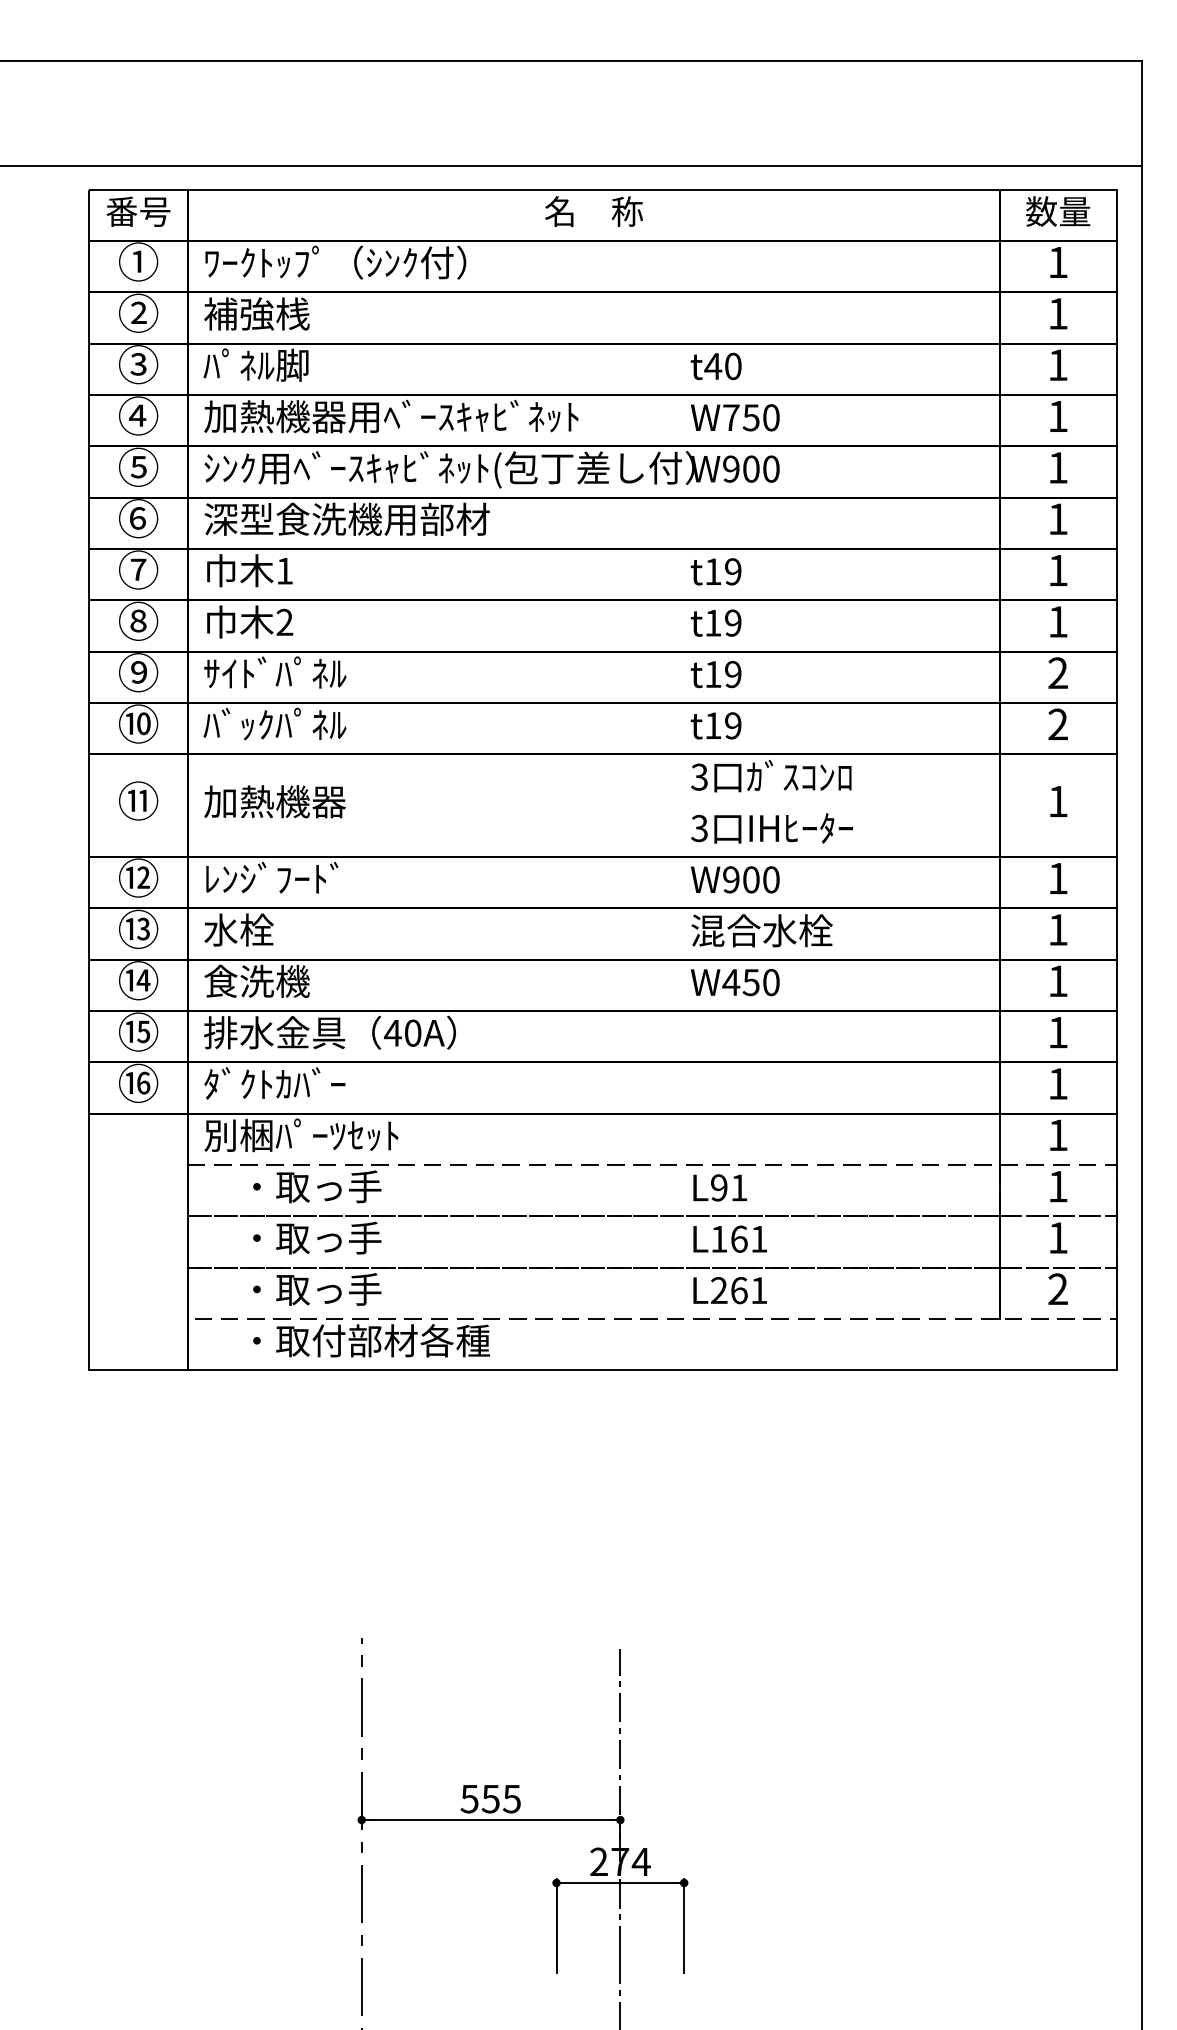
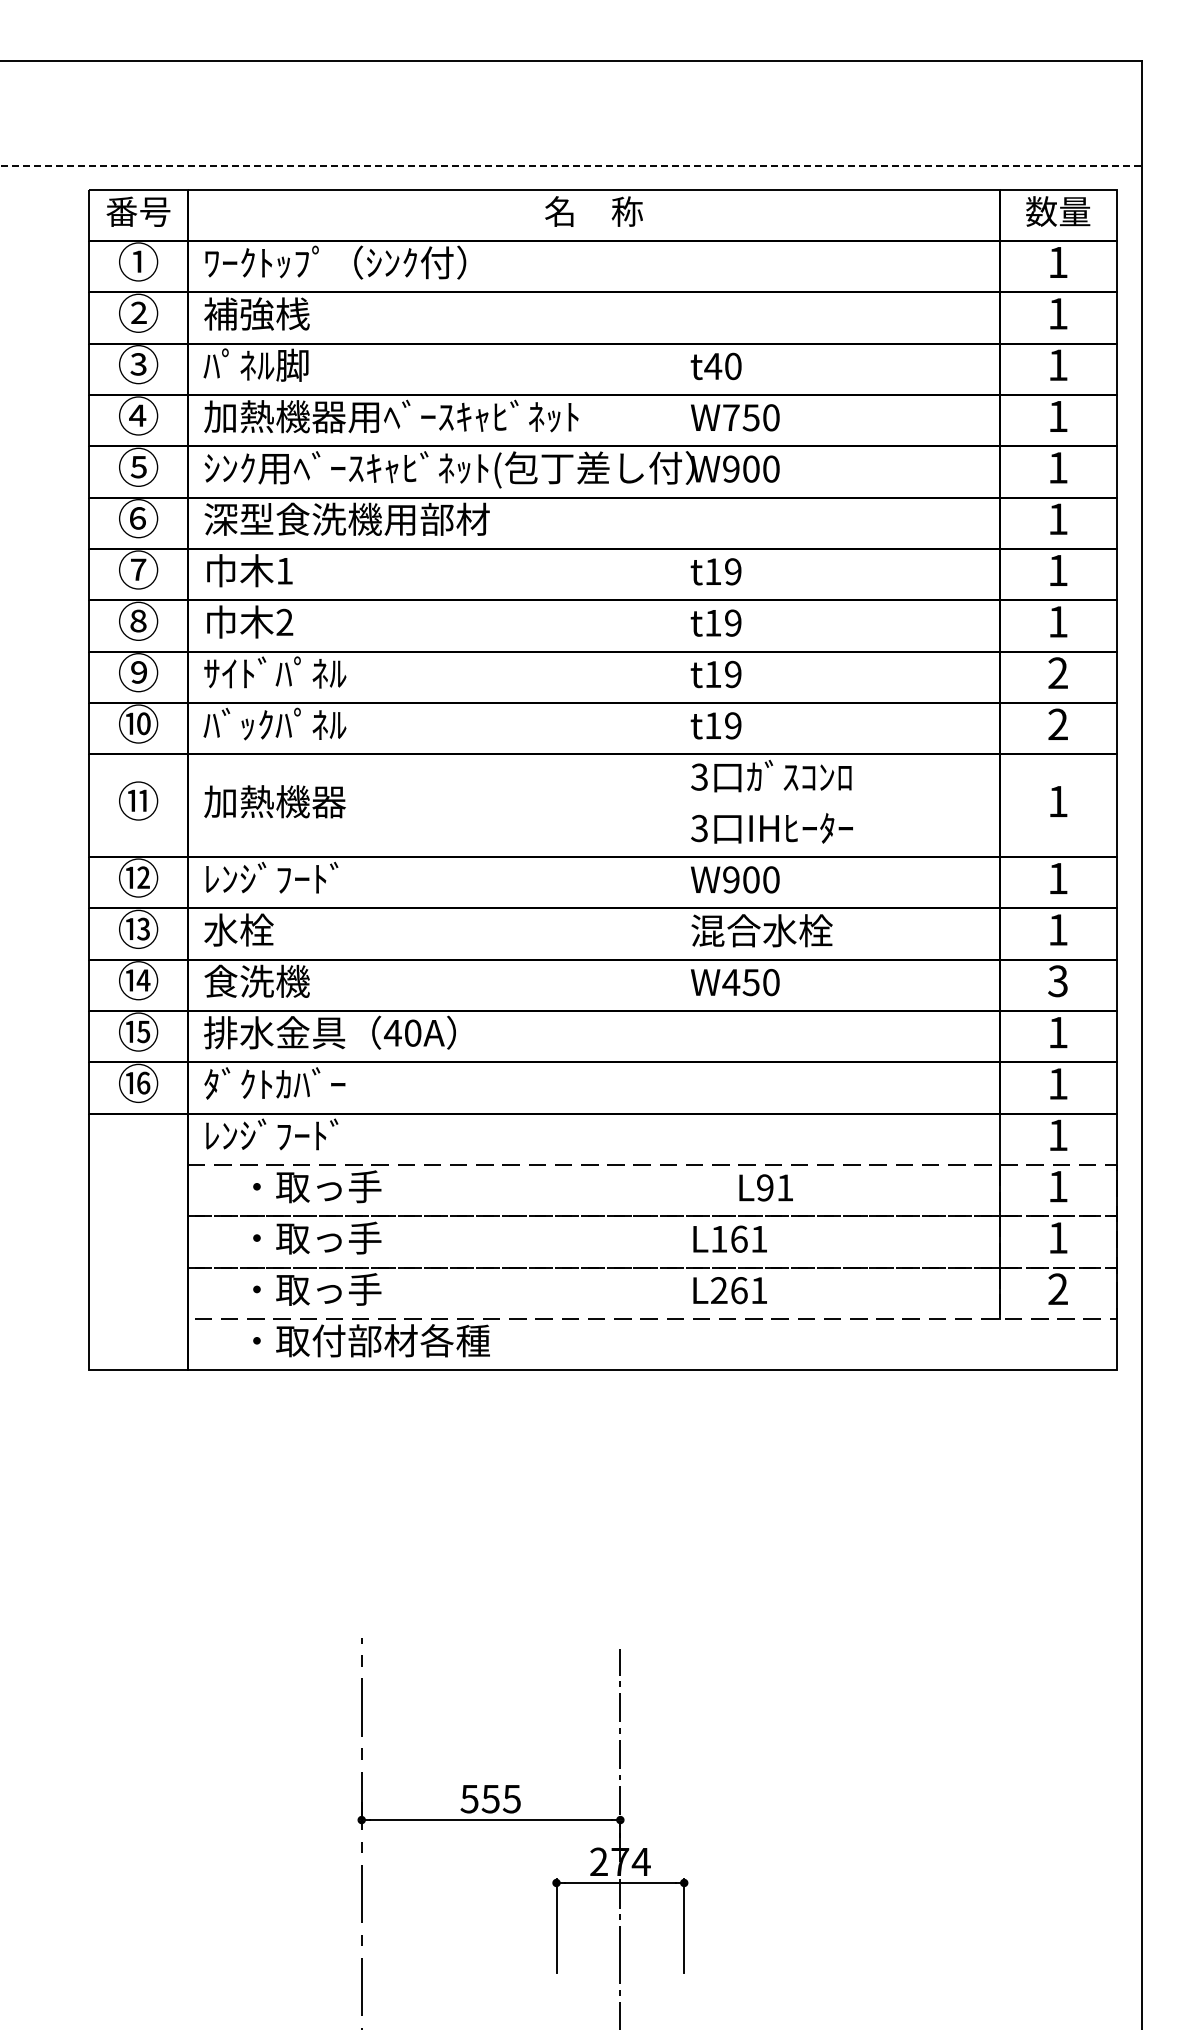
line at (571, 166): solid -> dashed
text at (1057, 981): 1 -> 3
text at (301, 1135): 別梱ﾊﾟｰﾂｾｯﾄ -> ﾚﾝｼﾞﾌｰﾄﾞ
text at (719, 1187) position: (719, 1187) -> (765, 1187)
